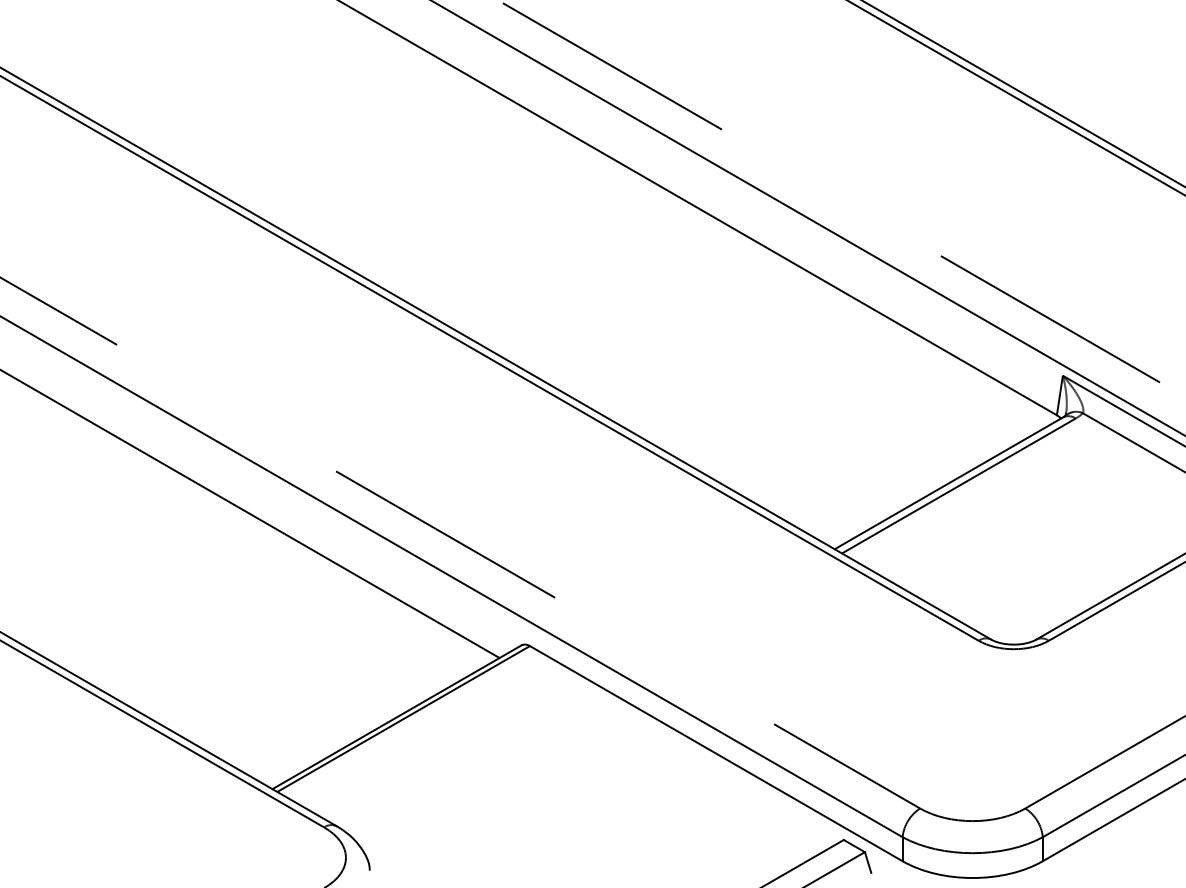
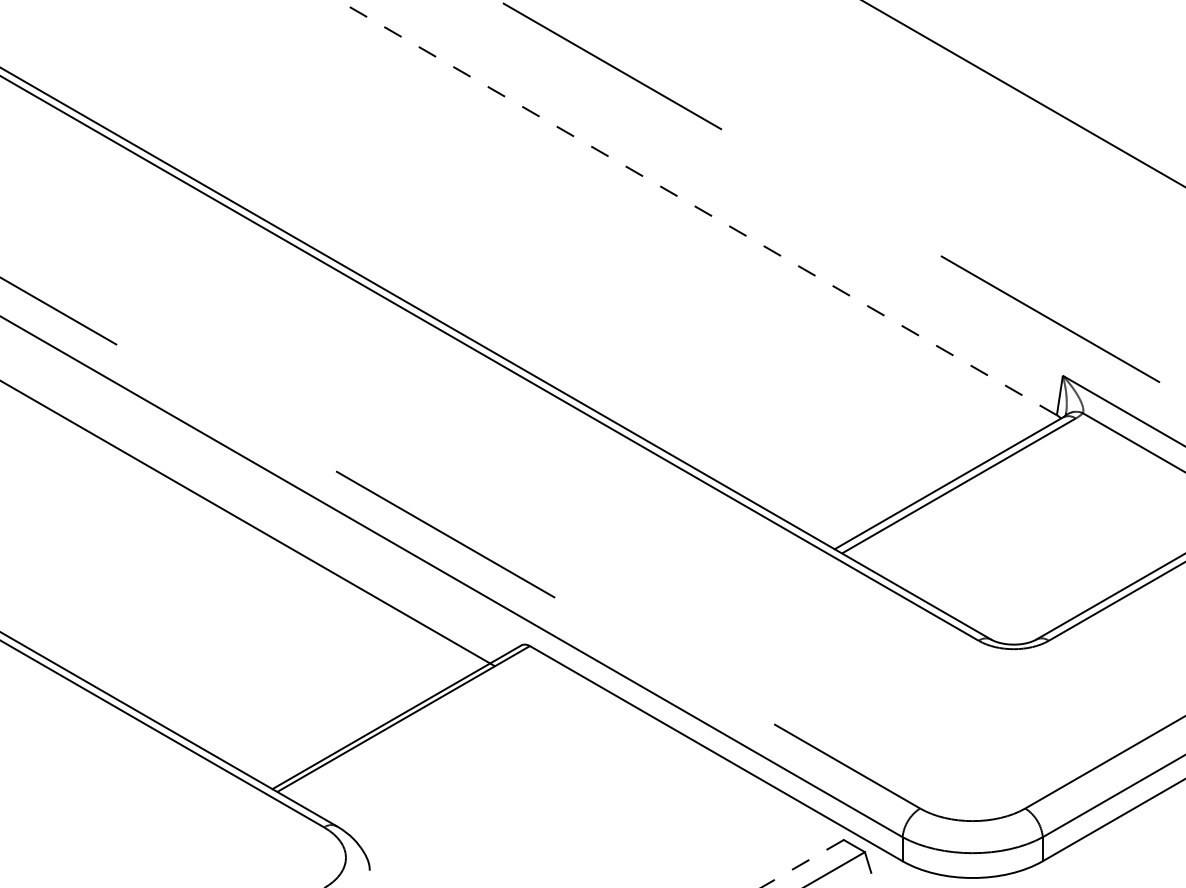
line at (1016, 98): present -> none
line at (697, 207): solid -> dashed
line at (807, 218): present -> none
line at (250, 514) position: (250, 514) -> (248, 524)
line at (802, 863): solid -> dashed
